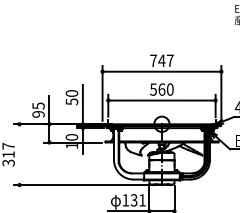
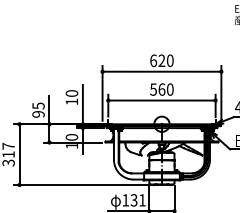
text at (161, 60): 747 -> 620
text at (71, 101): 50 -> 10
line at (19, 154): none -> present
